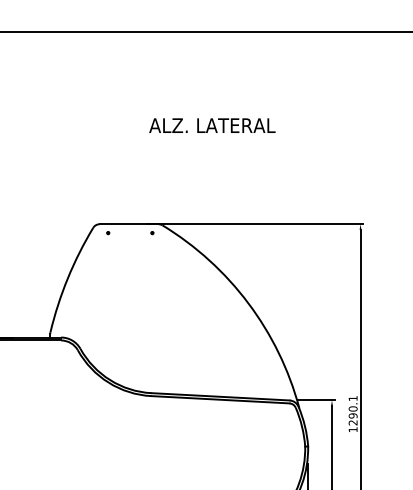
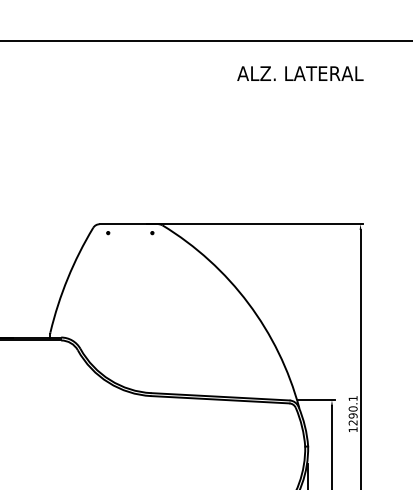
line at (205, 32) position: (205, 32) -> (205, 41)
text at (212, 125) position: (212, 125) -> (300, 73)
